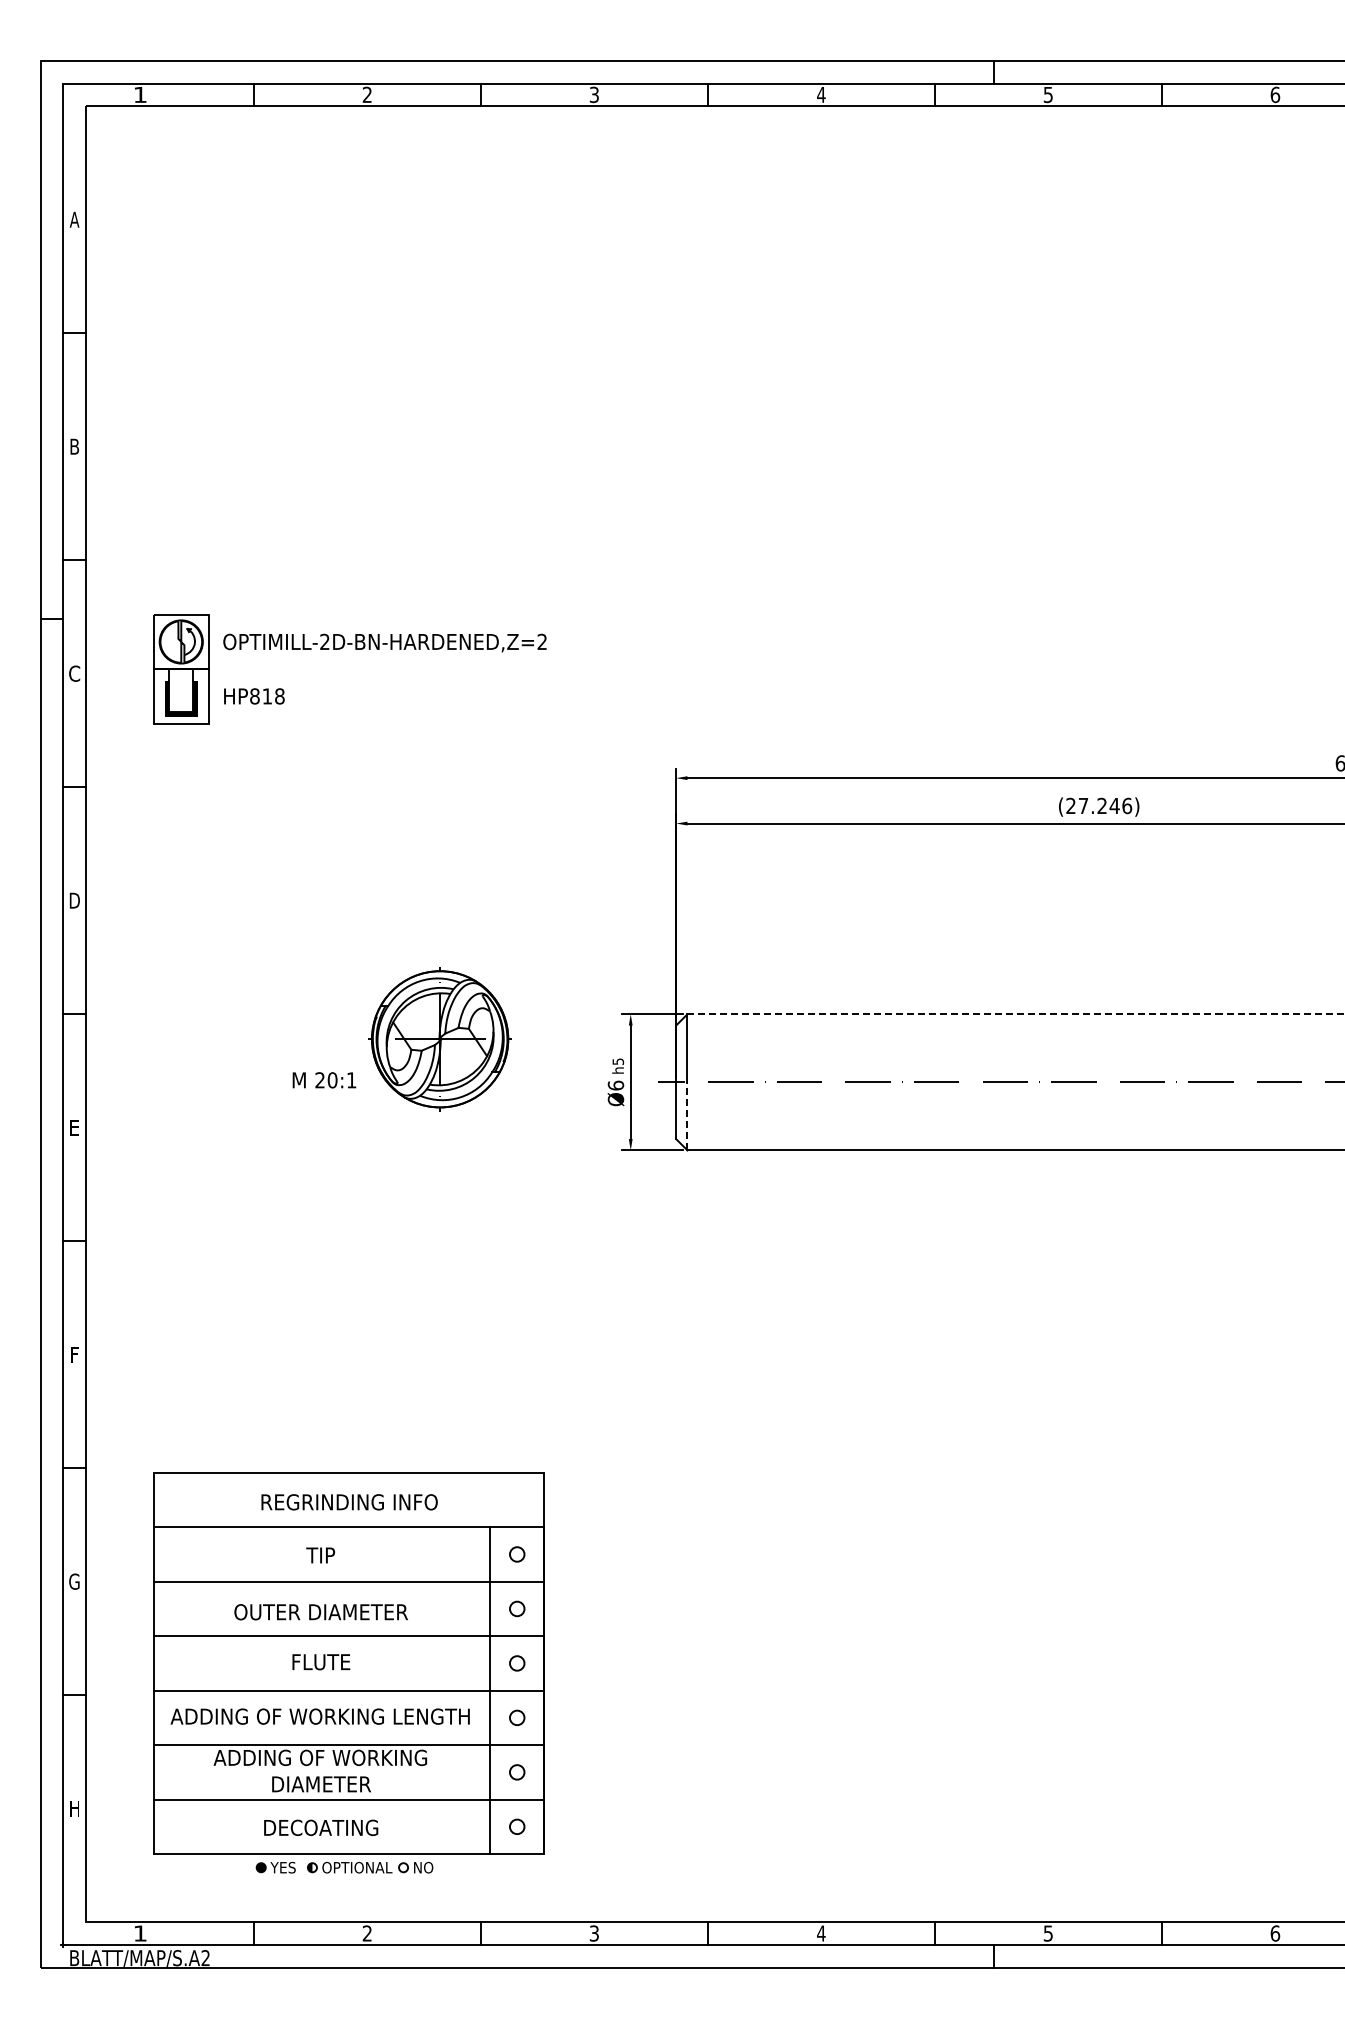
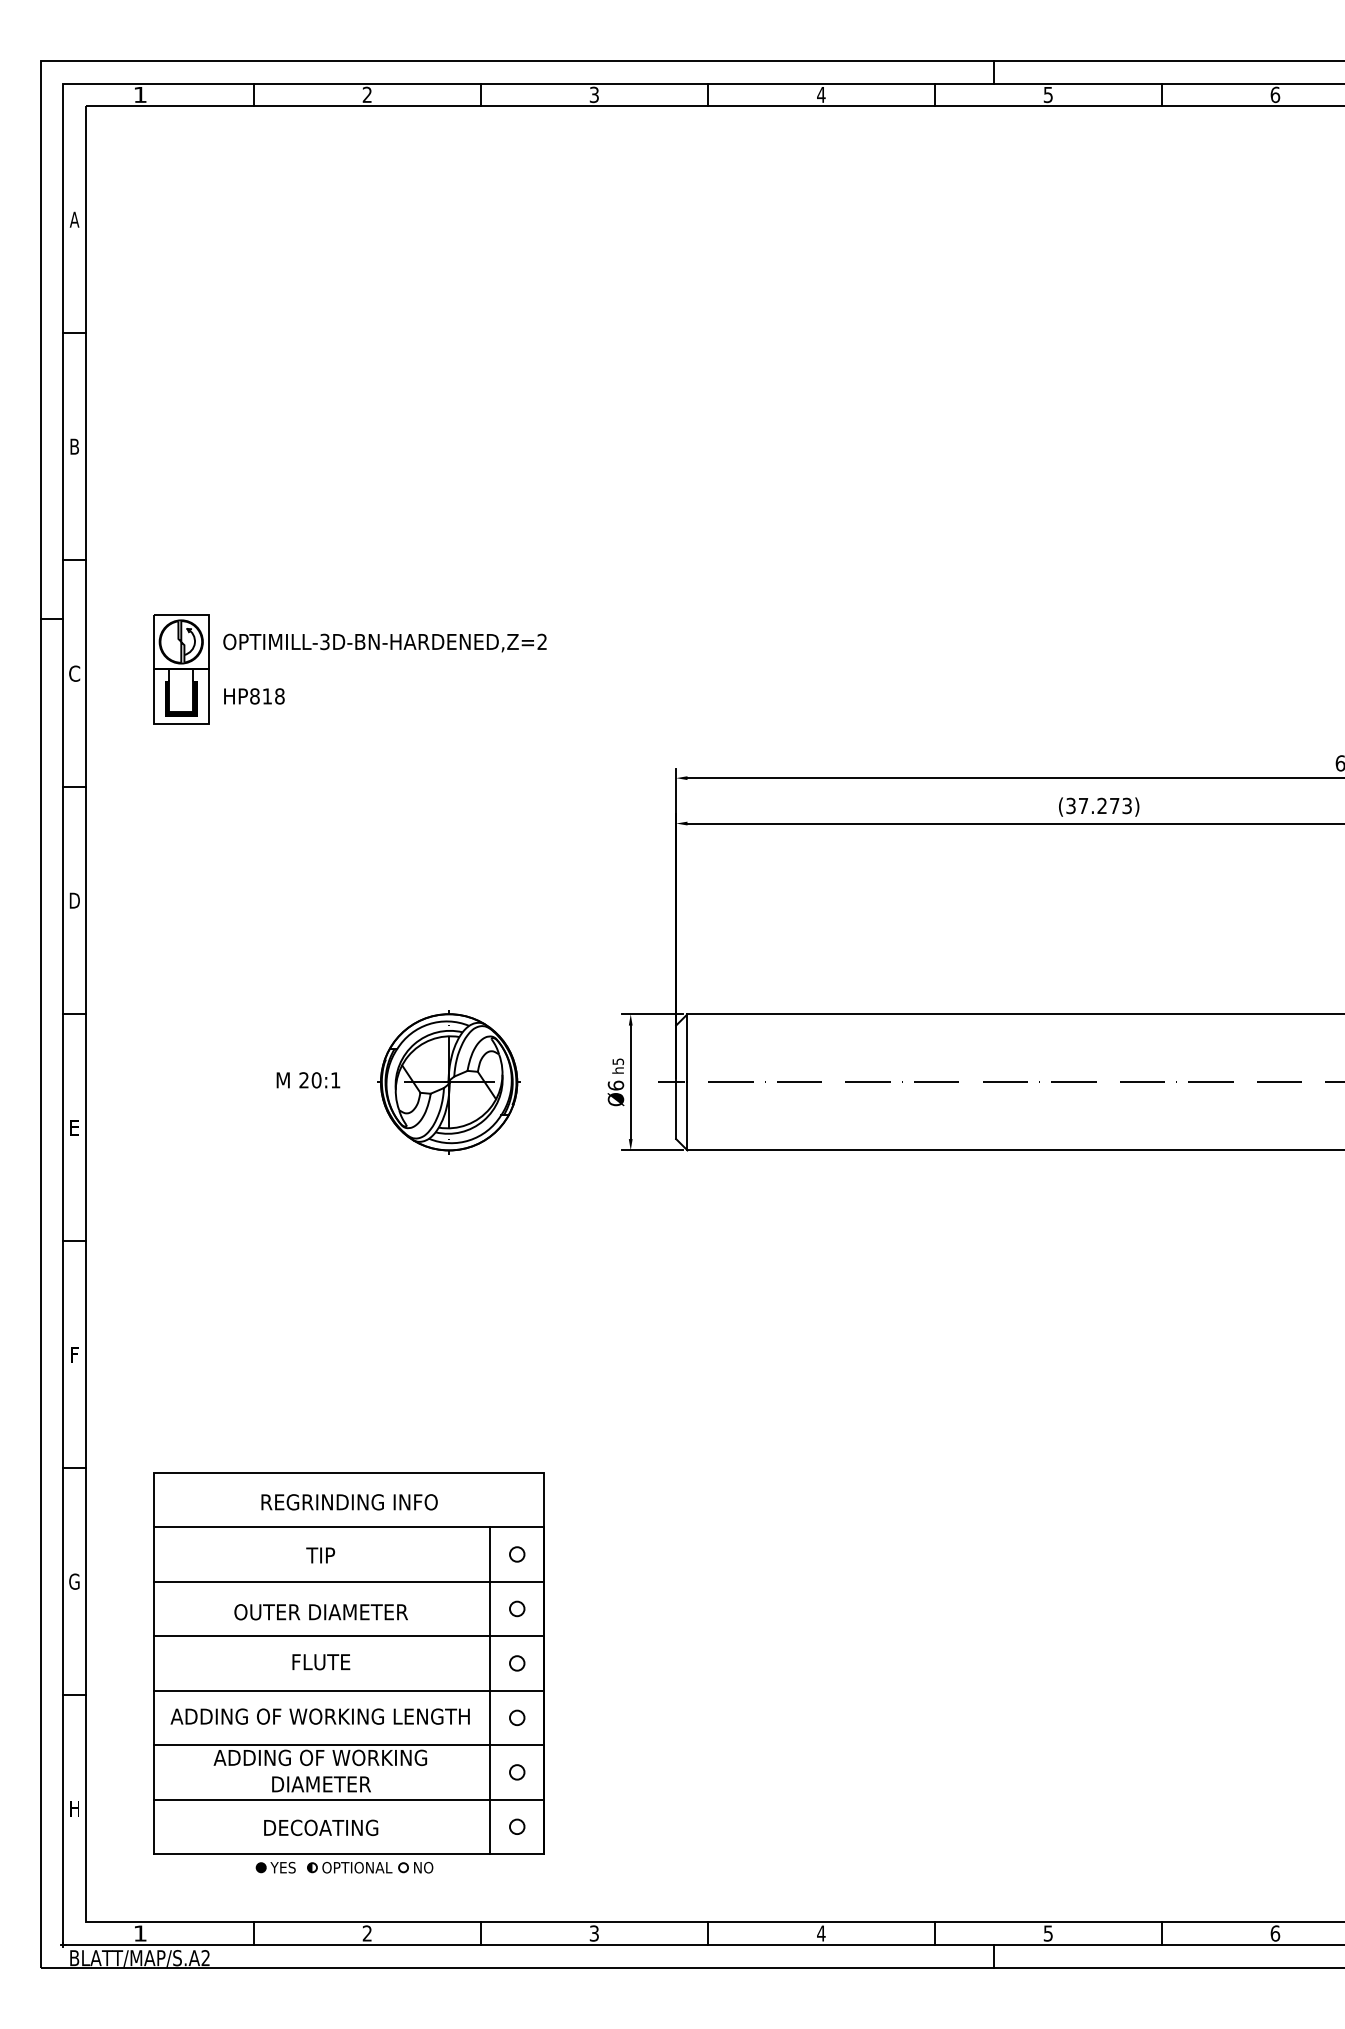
text at (324, 642): OPTIMILL-2D-BN-HARDENED,Z=2 -> OPTIMILL-3D-BN-HARDENED,Z=2
text at (1099, 805): (27.246) -> (37.273)
line at (1016, 1014): dashed -> solid
part at (439, 1039) position: (439, 1039) -> (448, 1082)
text at (324, 1080) position: (324, 1080) -> (308, 1080)
line at (687, 1115): dashed -> solid
